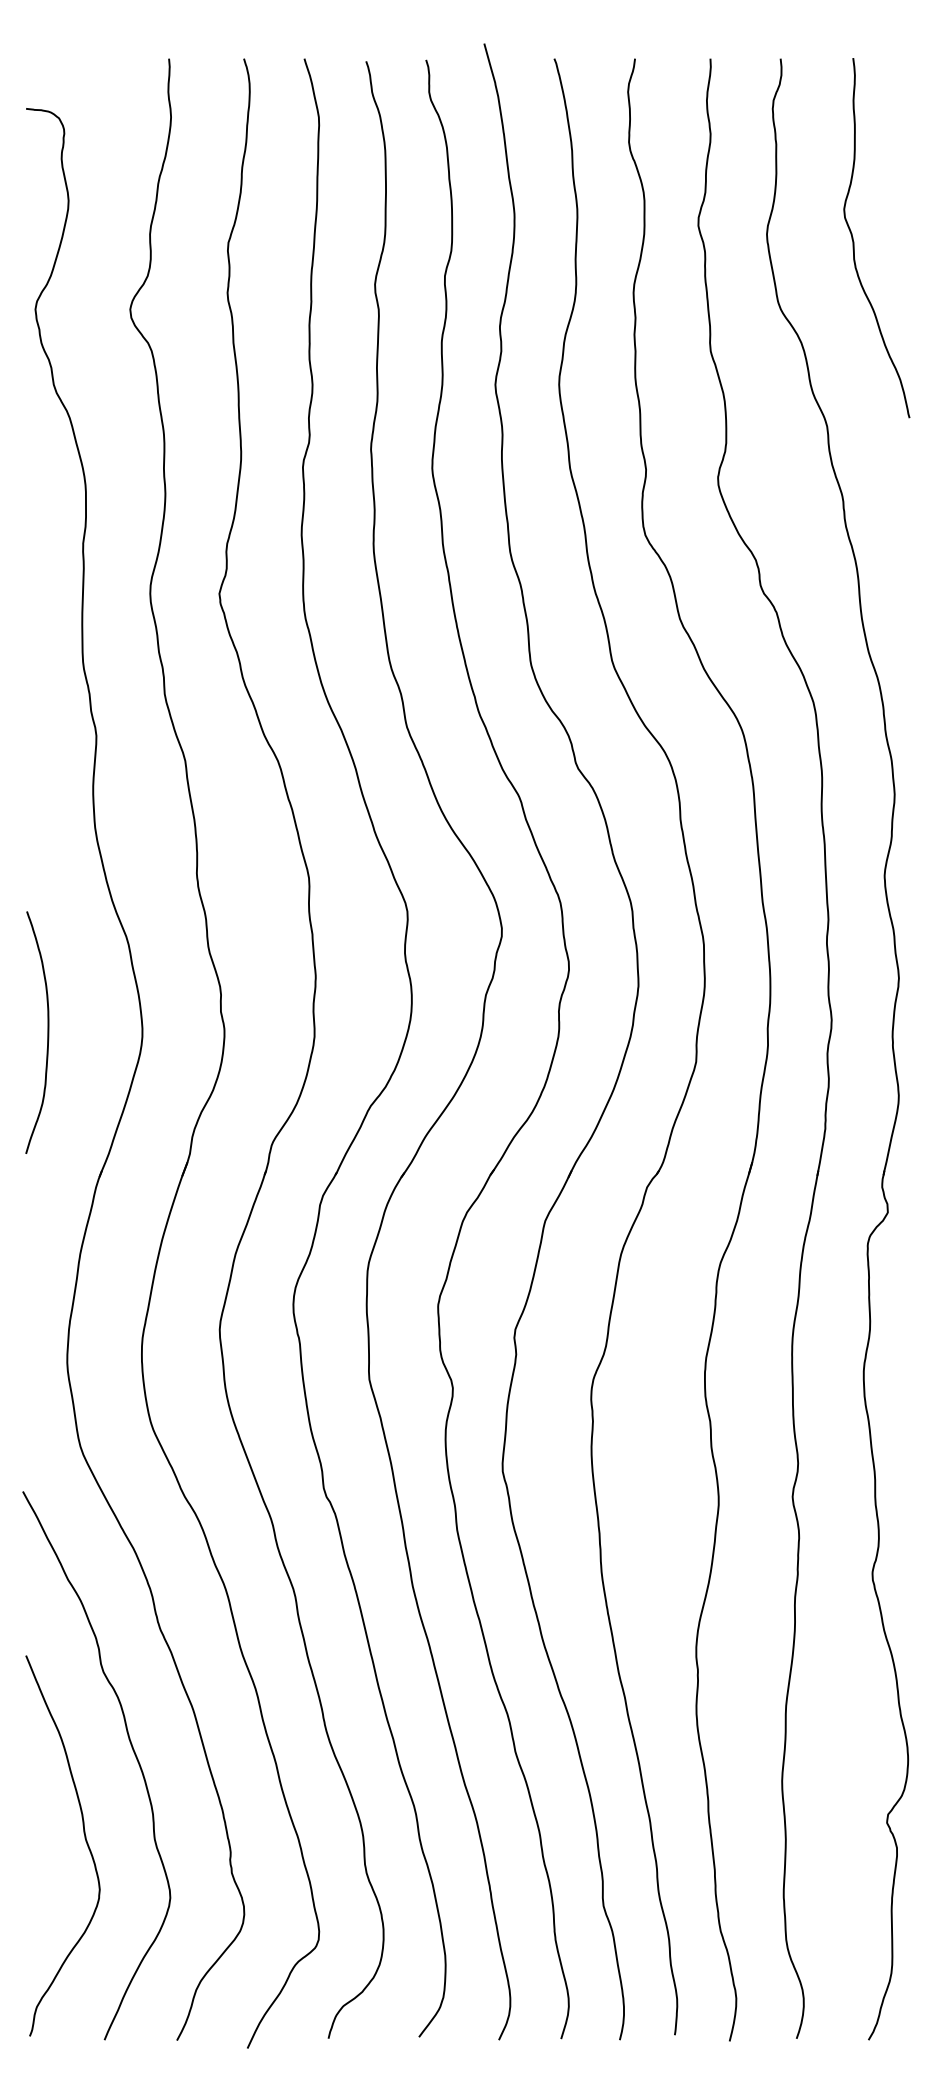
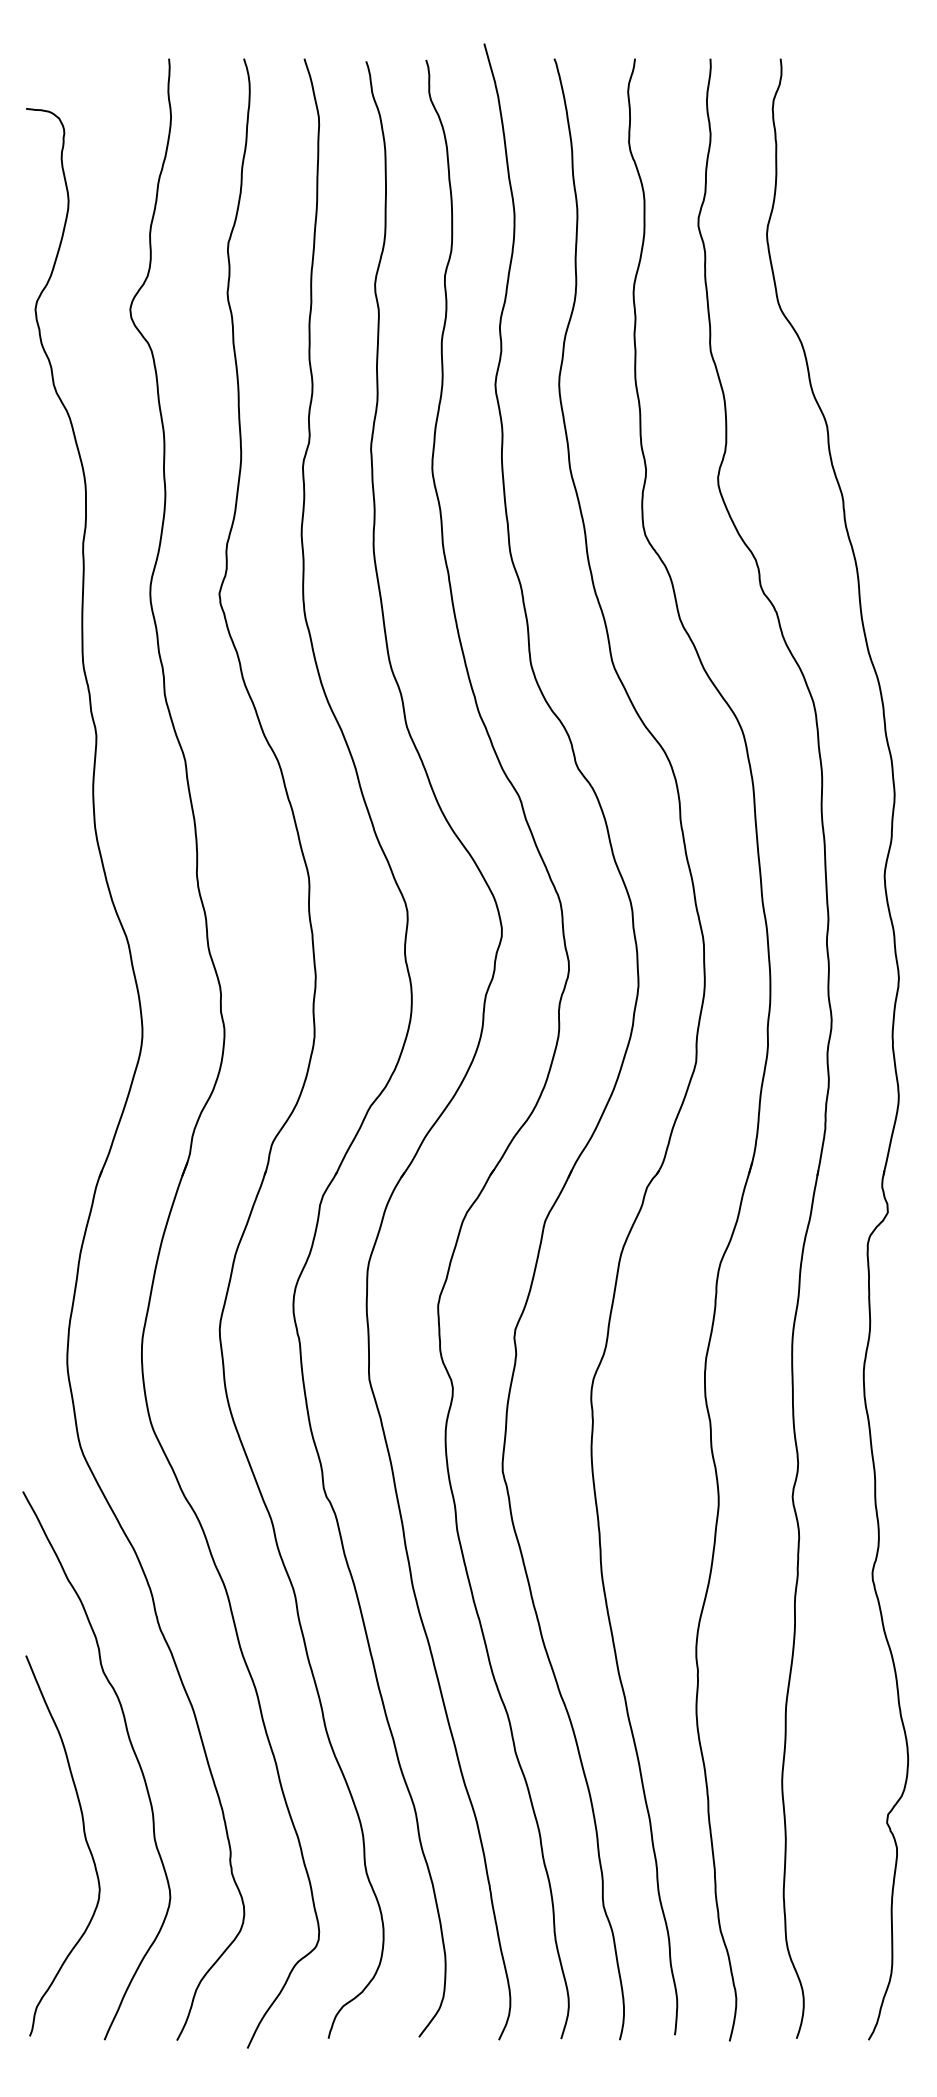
curve at (854, 241): present -> none
curve at (47, 1032): present -> none
